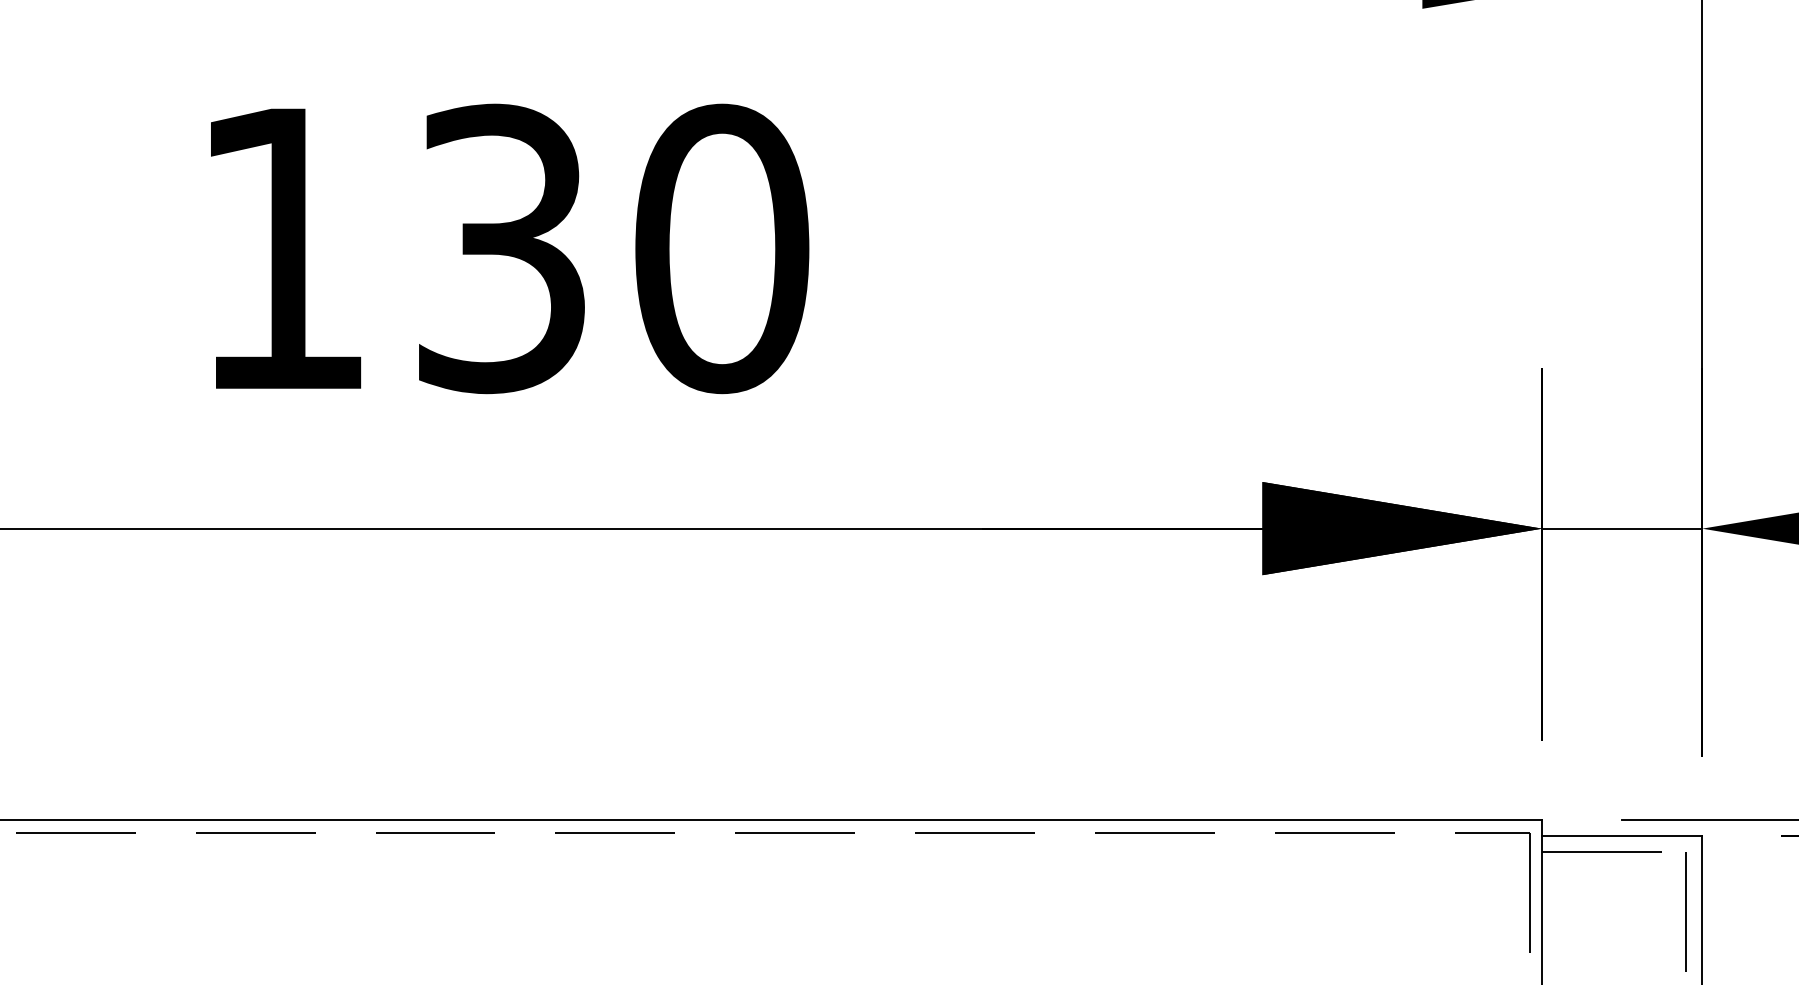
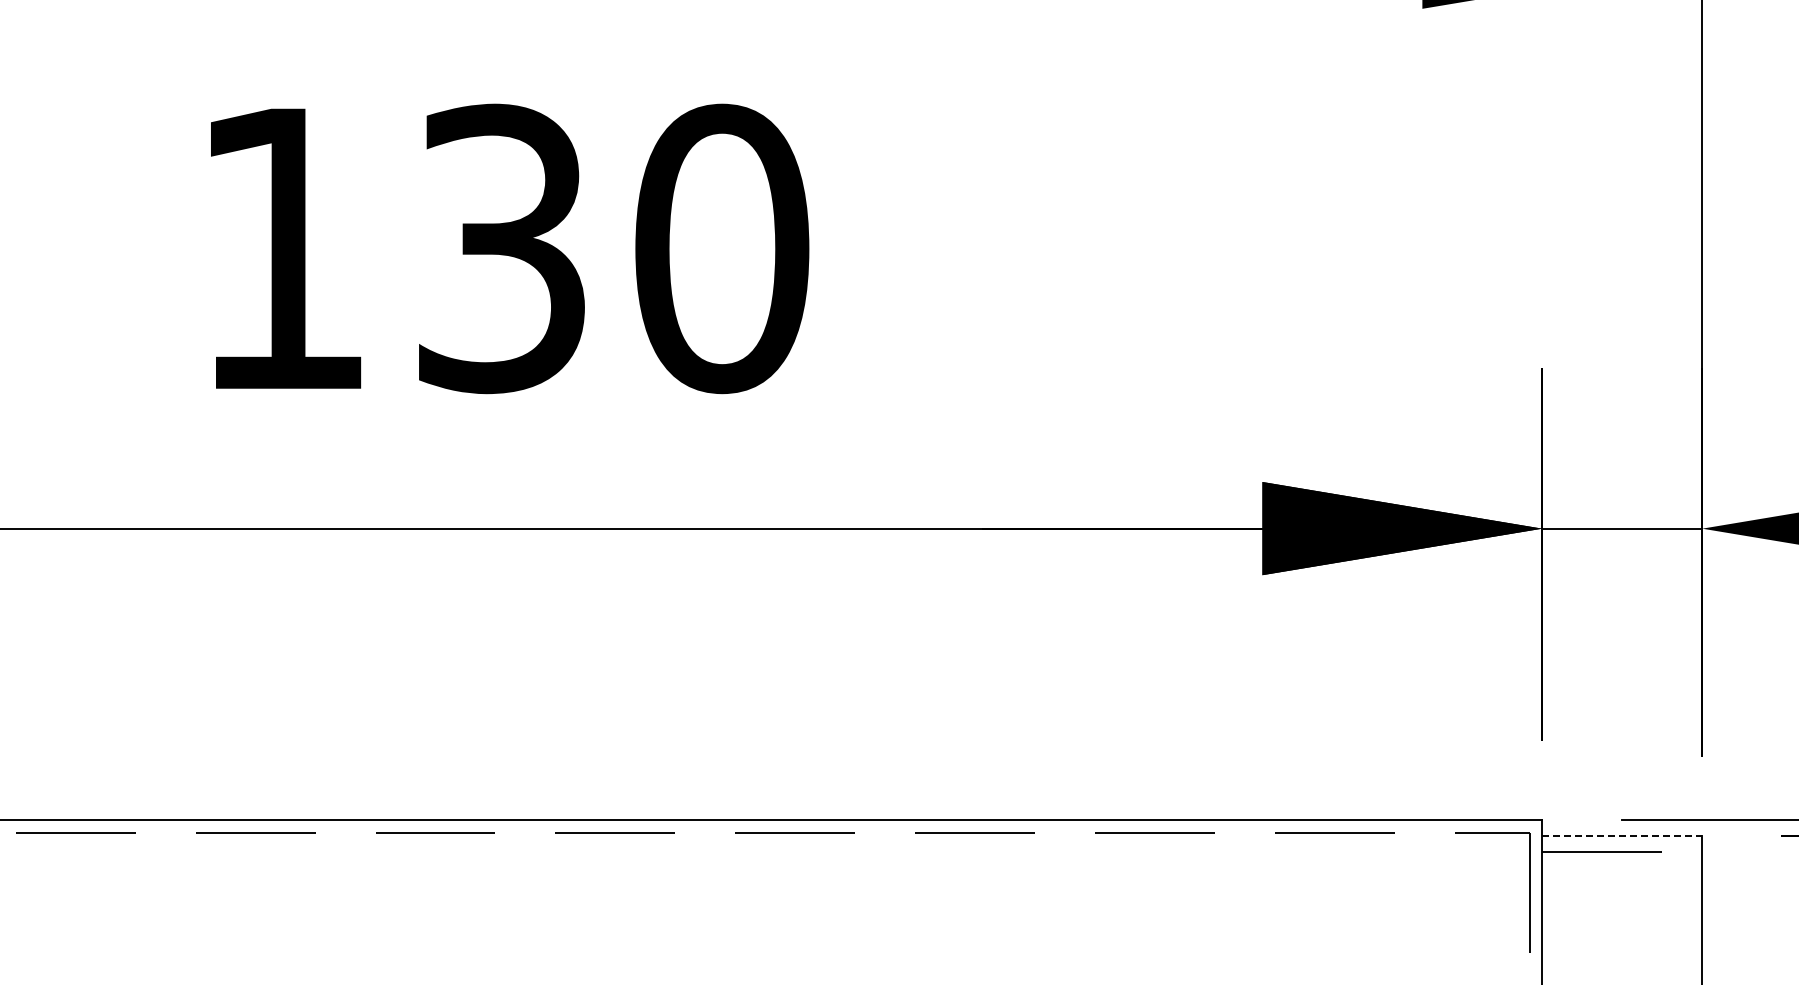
line at (1622, 835): solid -> dashed
line at (1686, 916): present -> none
